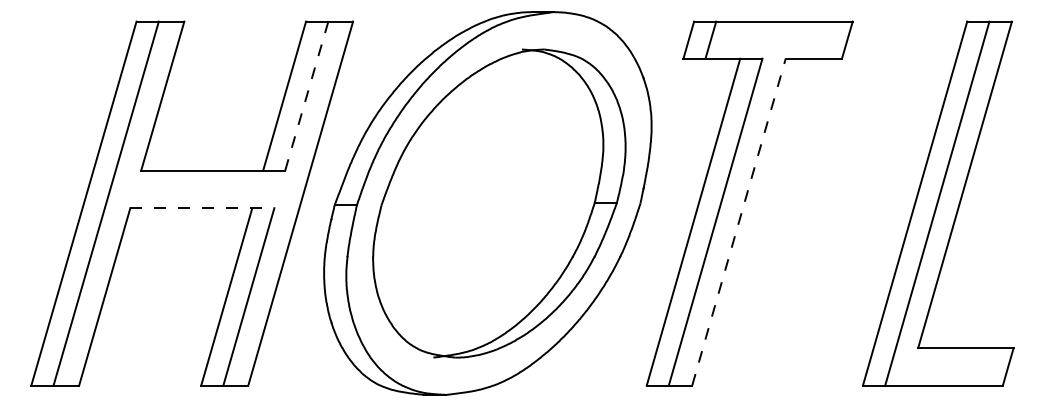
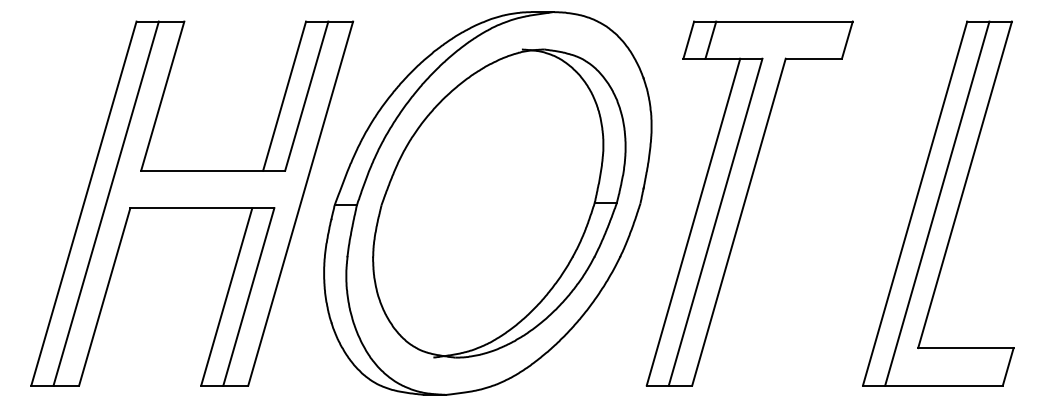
line at (306, 96): dashed -> solid
line at (202, 208): dashed -> solid
line at (738, 222): dashed -> solid
